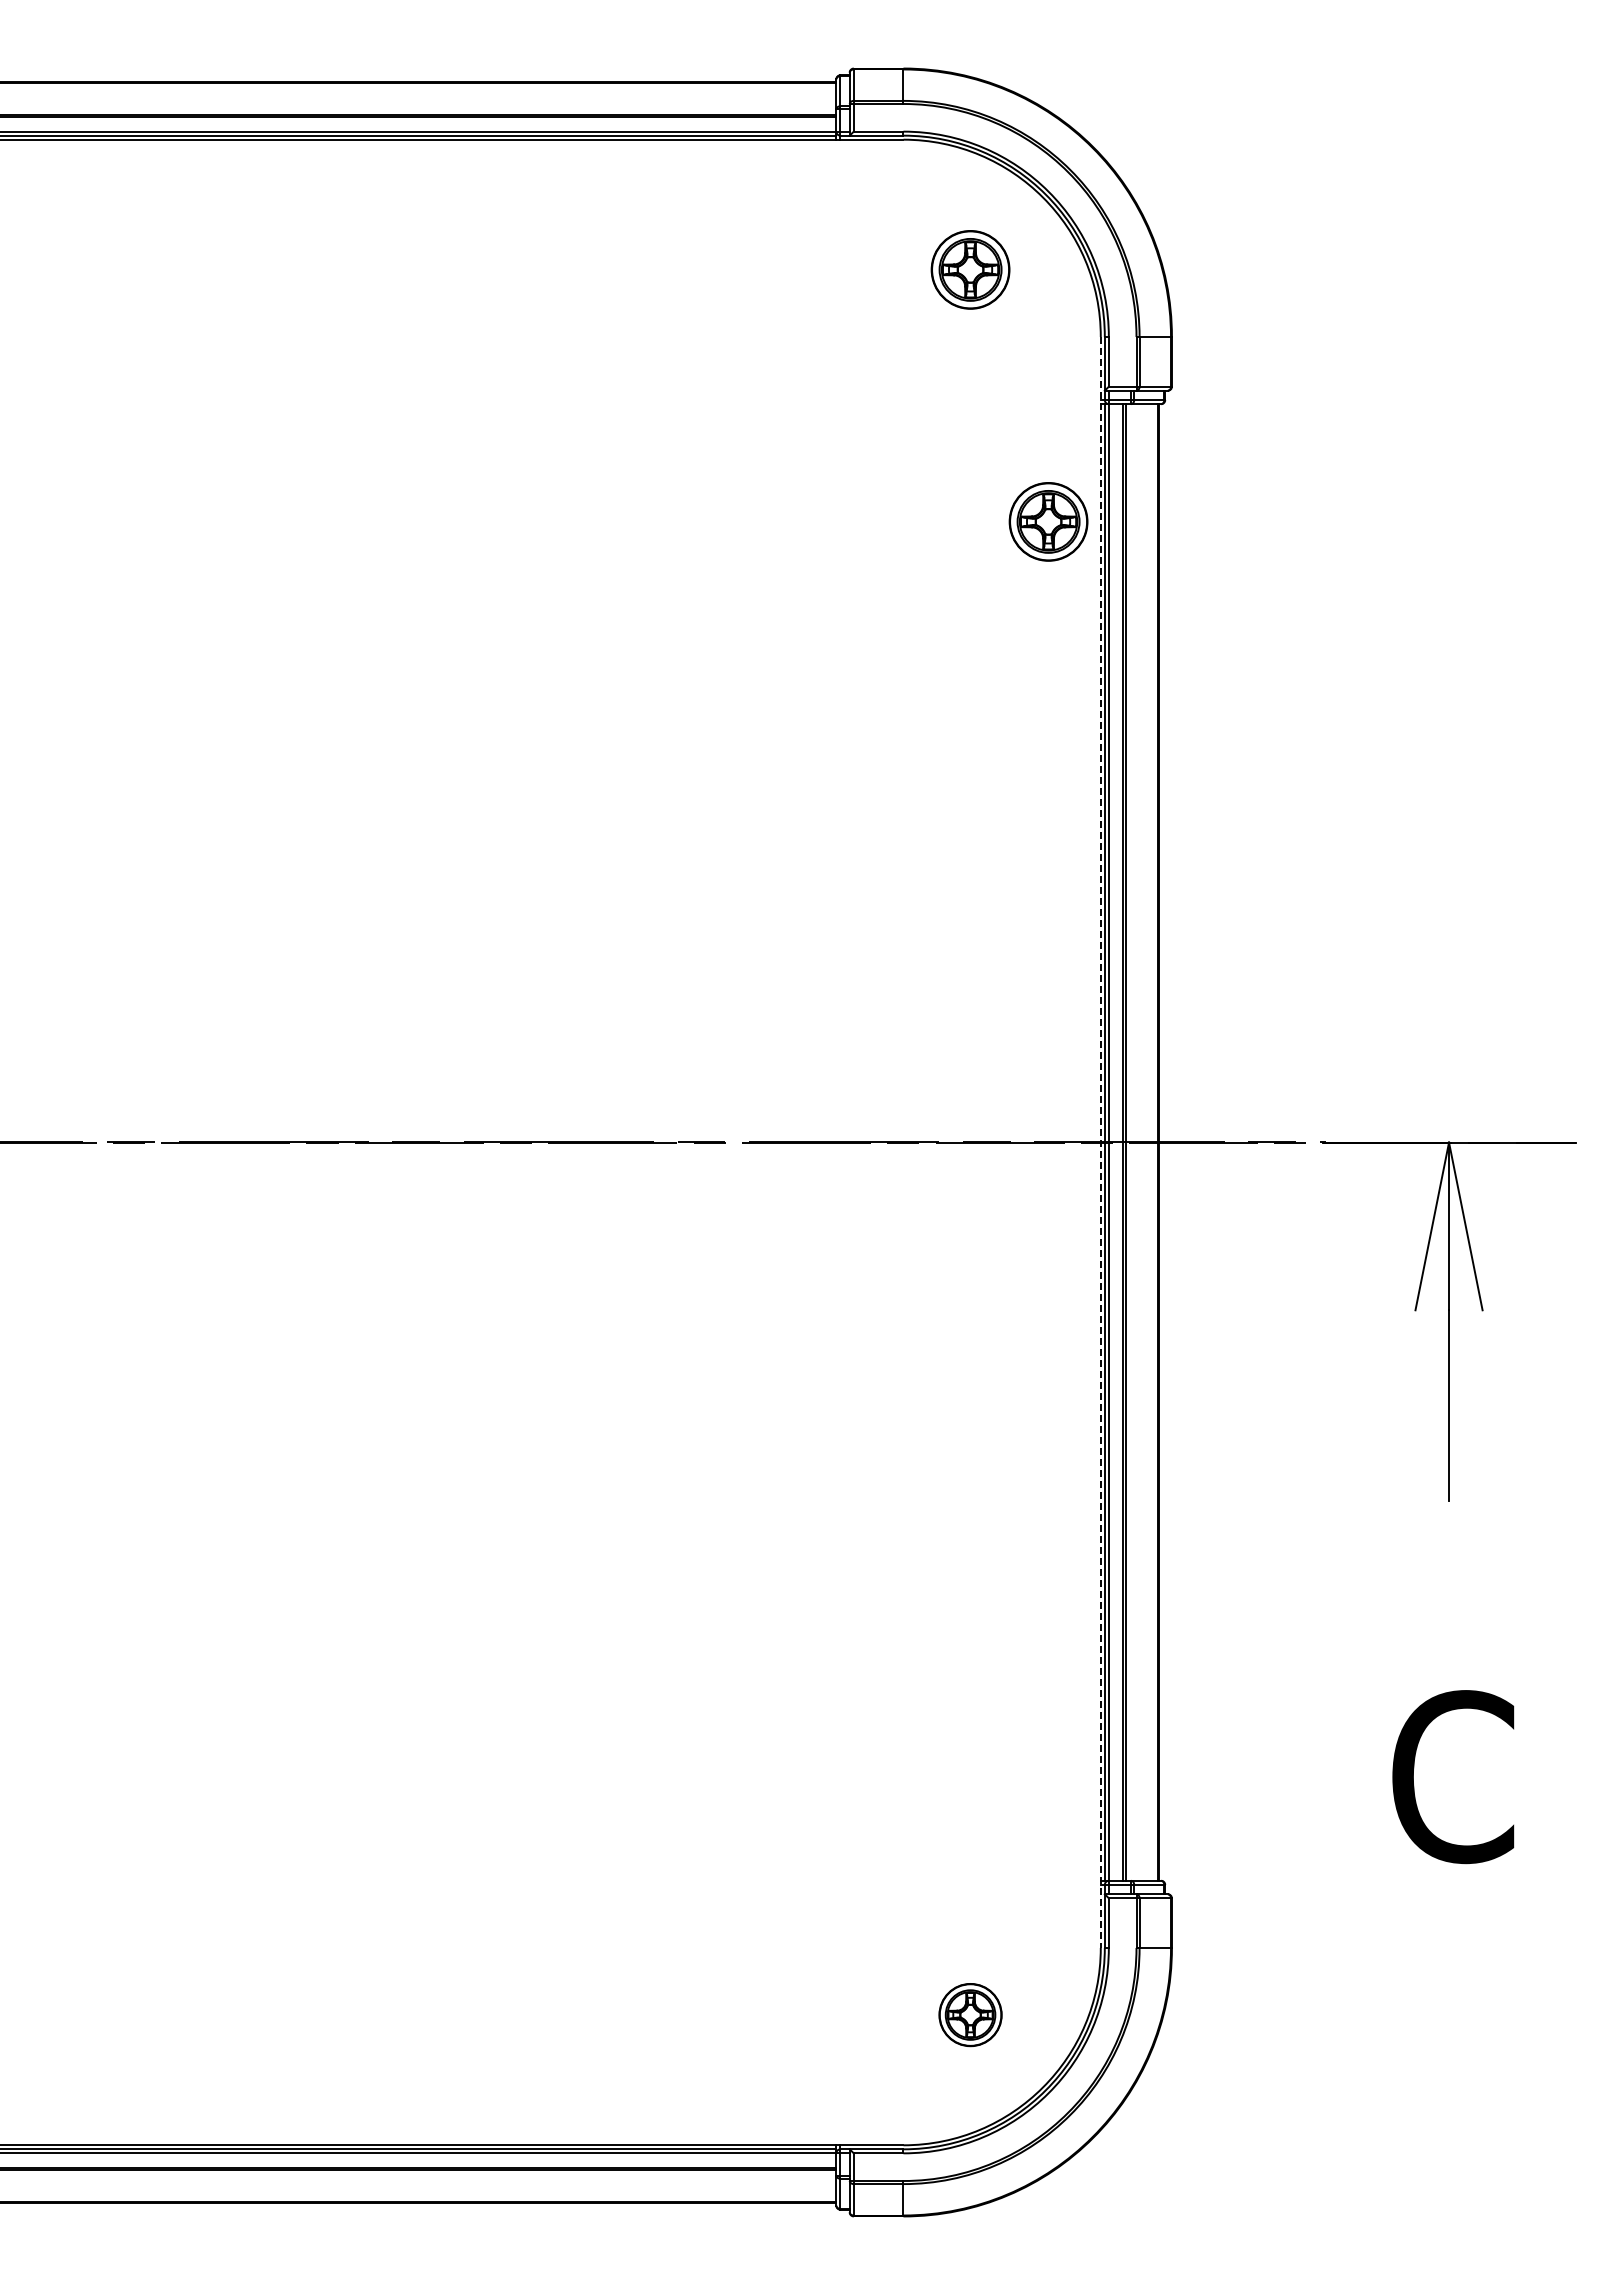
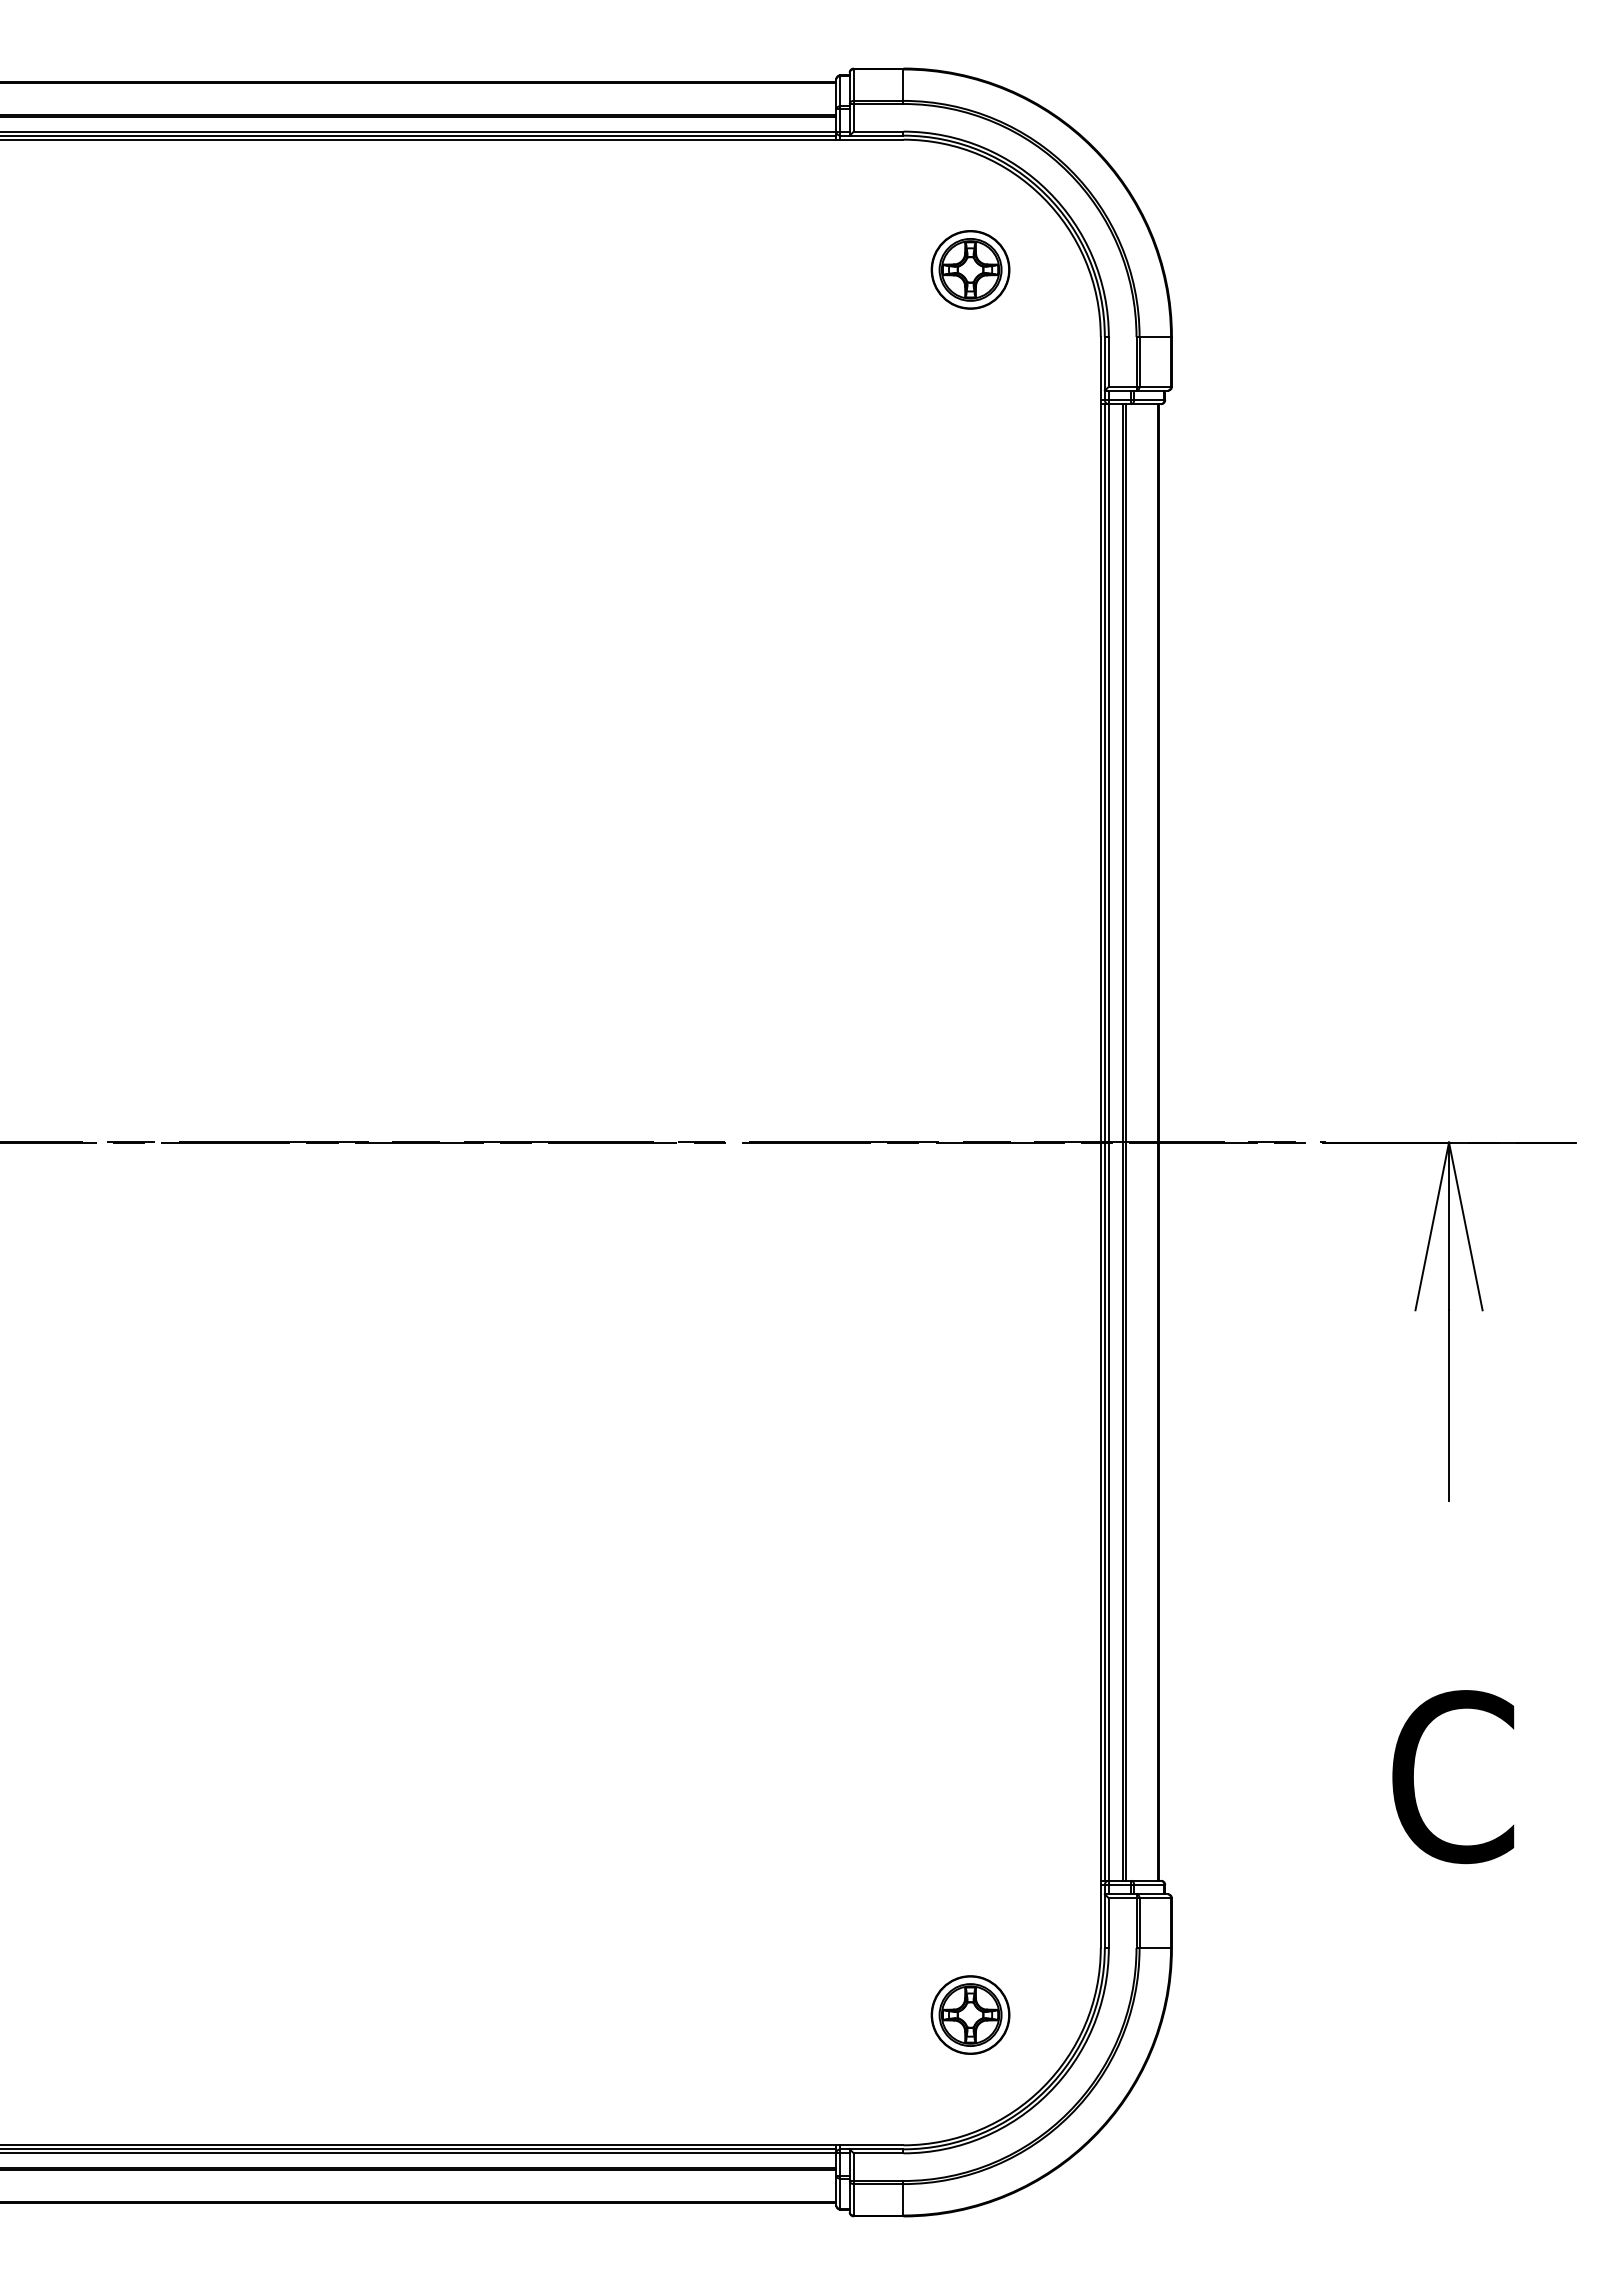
part at (1048, 521): present -> none
line at (1100, 1142): dashed -> solid
part at (970, 2015) size: 65x65 px -> 81x80 px
